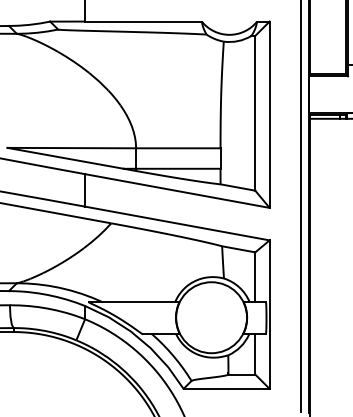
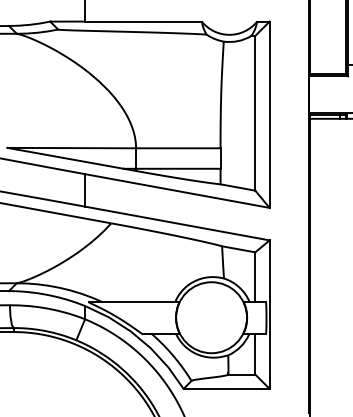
line at (301, 206): present -> none
